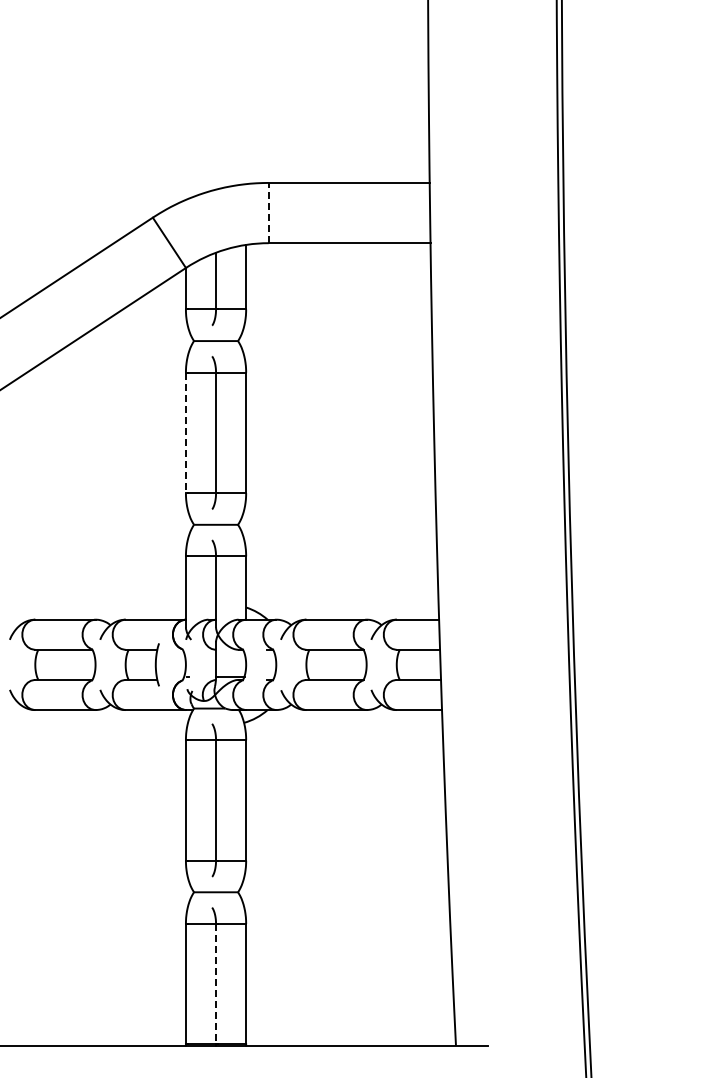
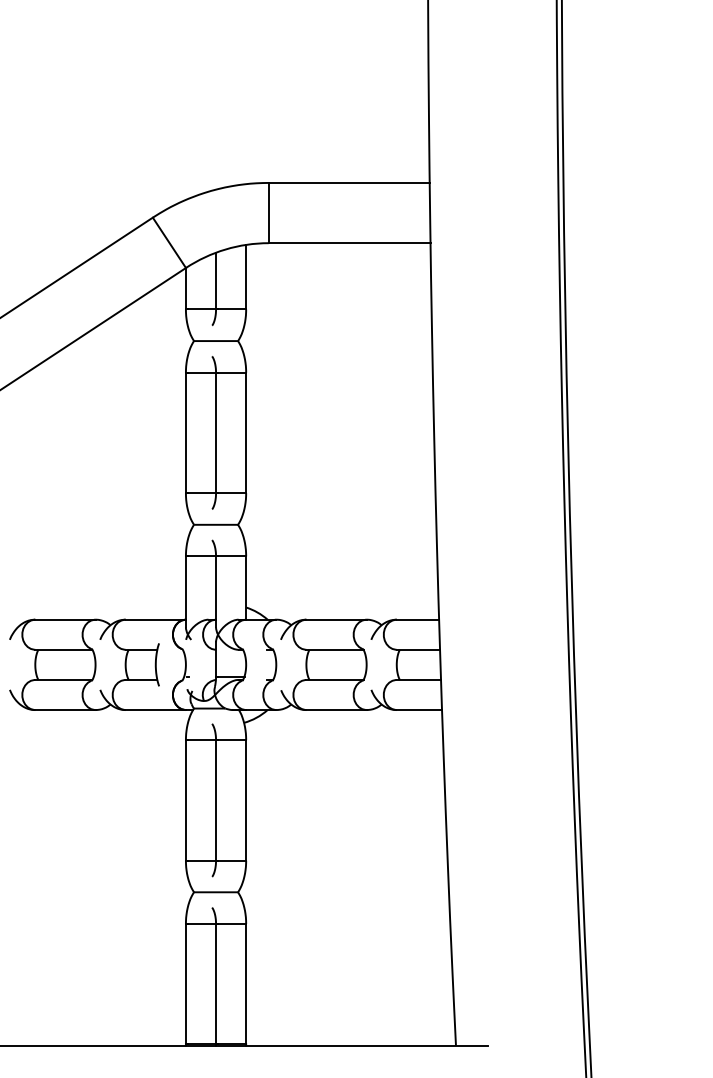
line at (268, 212): dashed -> solid
line at (185, 433): dashed -> solid
line at (216, 984): dashed -> solid
